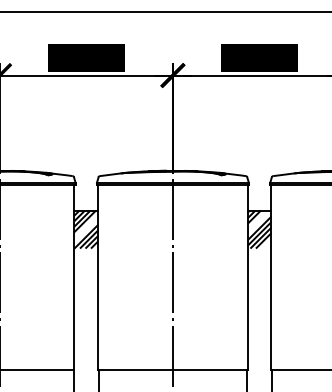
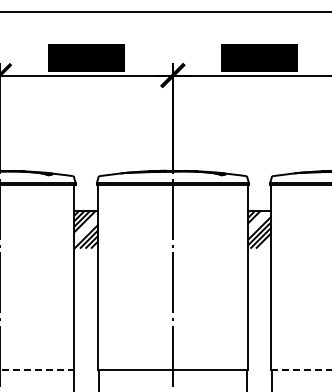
line at (37, 369): solid -> dashed
line at (301, 369): solid -> dashed
